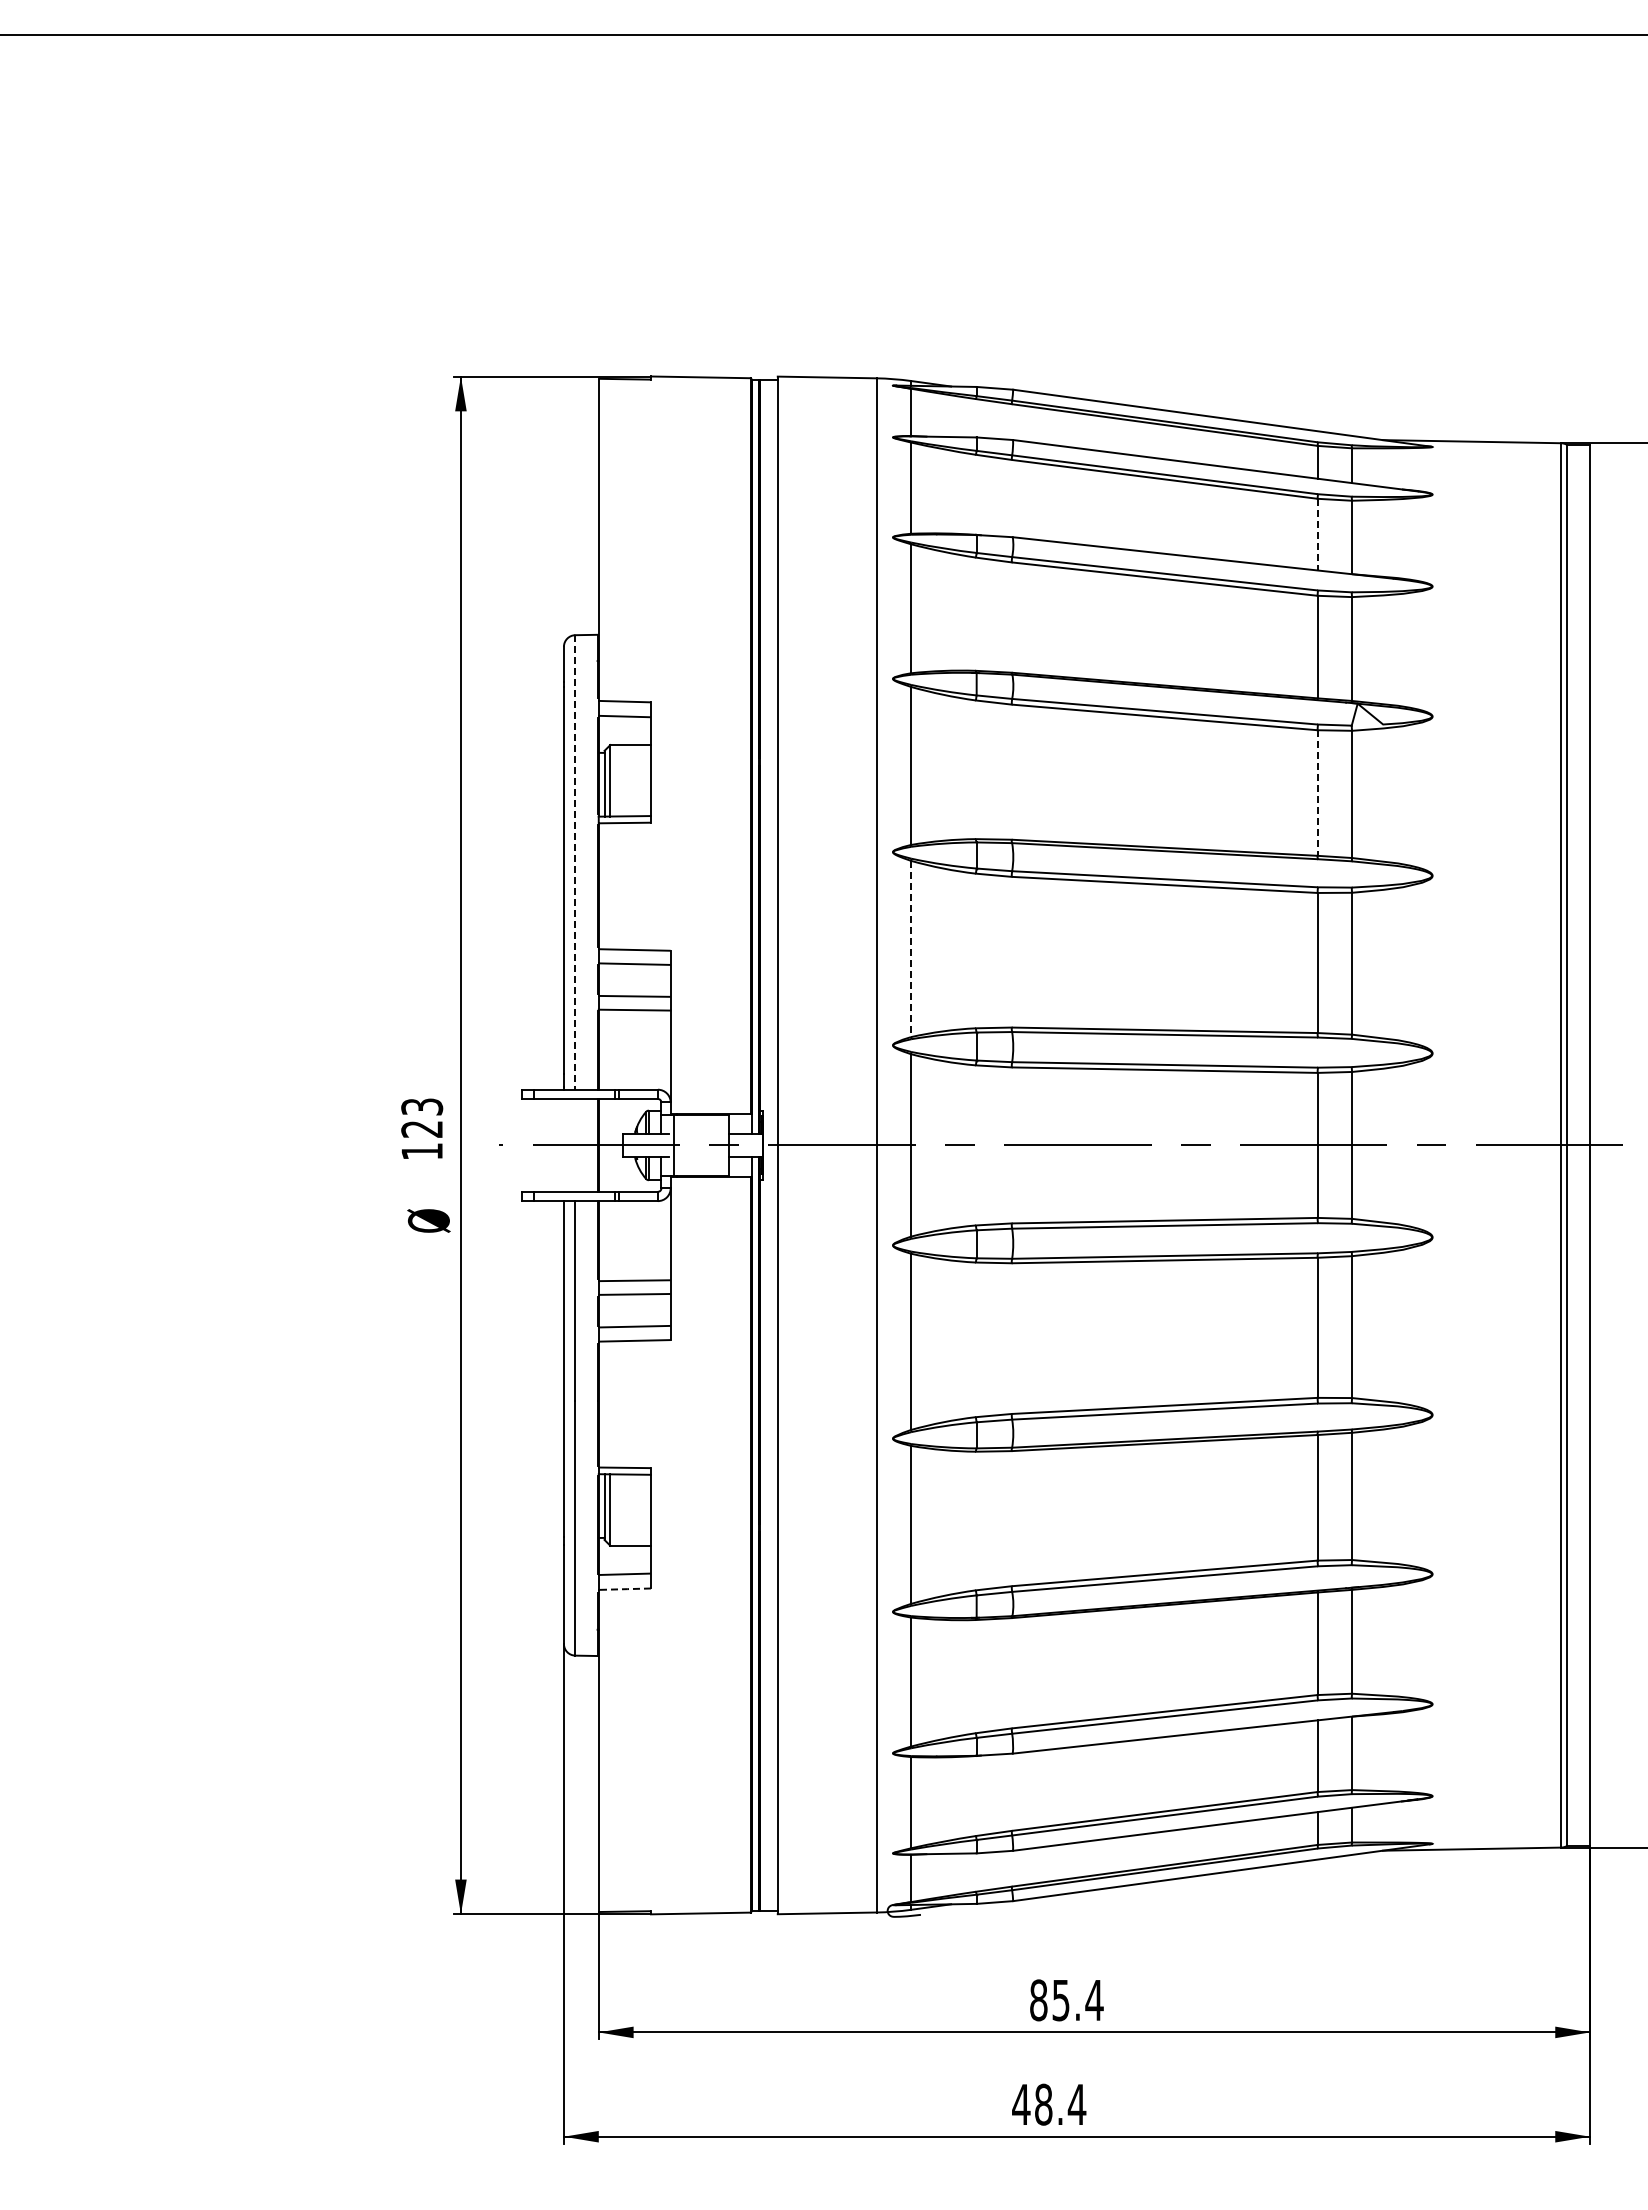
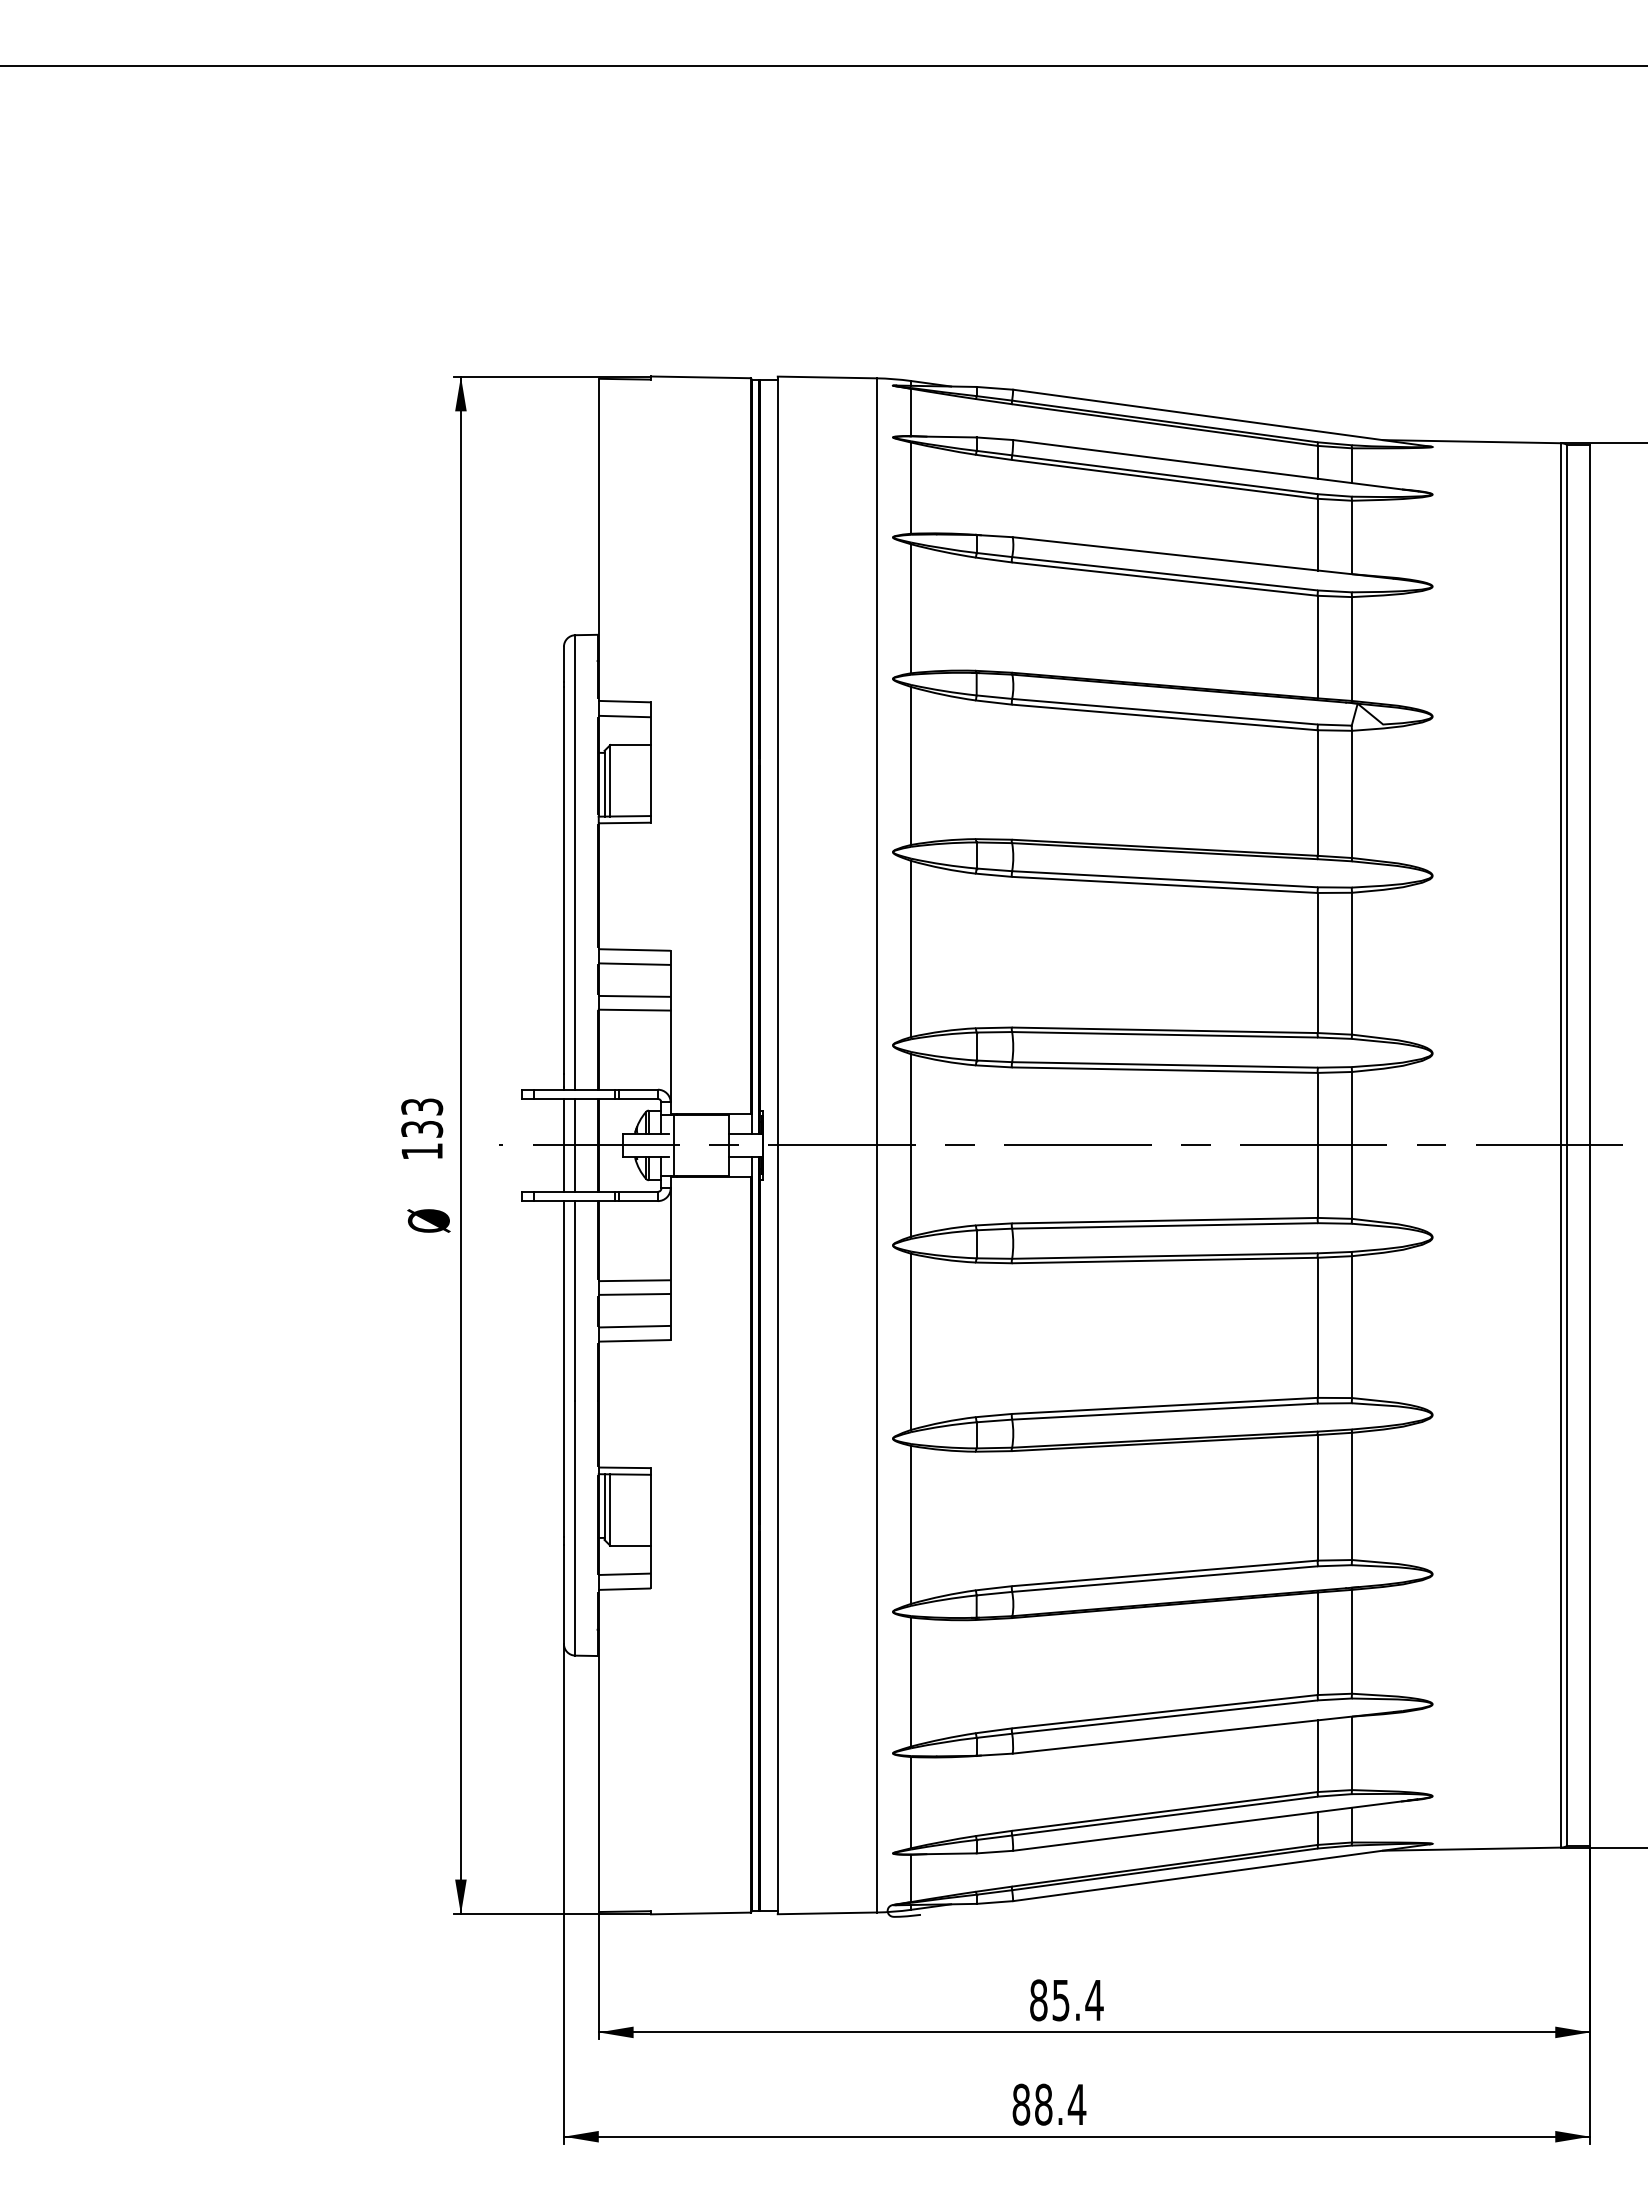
line at (823, 35) position: (823, 35) -> (823, 66)
line at (1317, 535): dashed -> solid
line at (1317, 793): dashed -> solid
line at (575, 862): dashed -> solid
line at (910, 949): dashed -> solid
text at (422, 1129): 123 -> 133
line at (563, 1145): none -> present
line at (575, 1145): none -> present
line at (624, 1589): dashed -> solid
text at (1021, 2104): 48.4 -> 88.4
